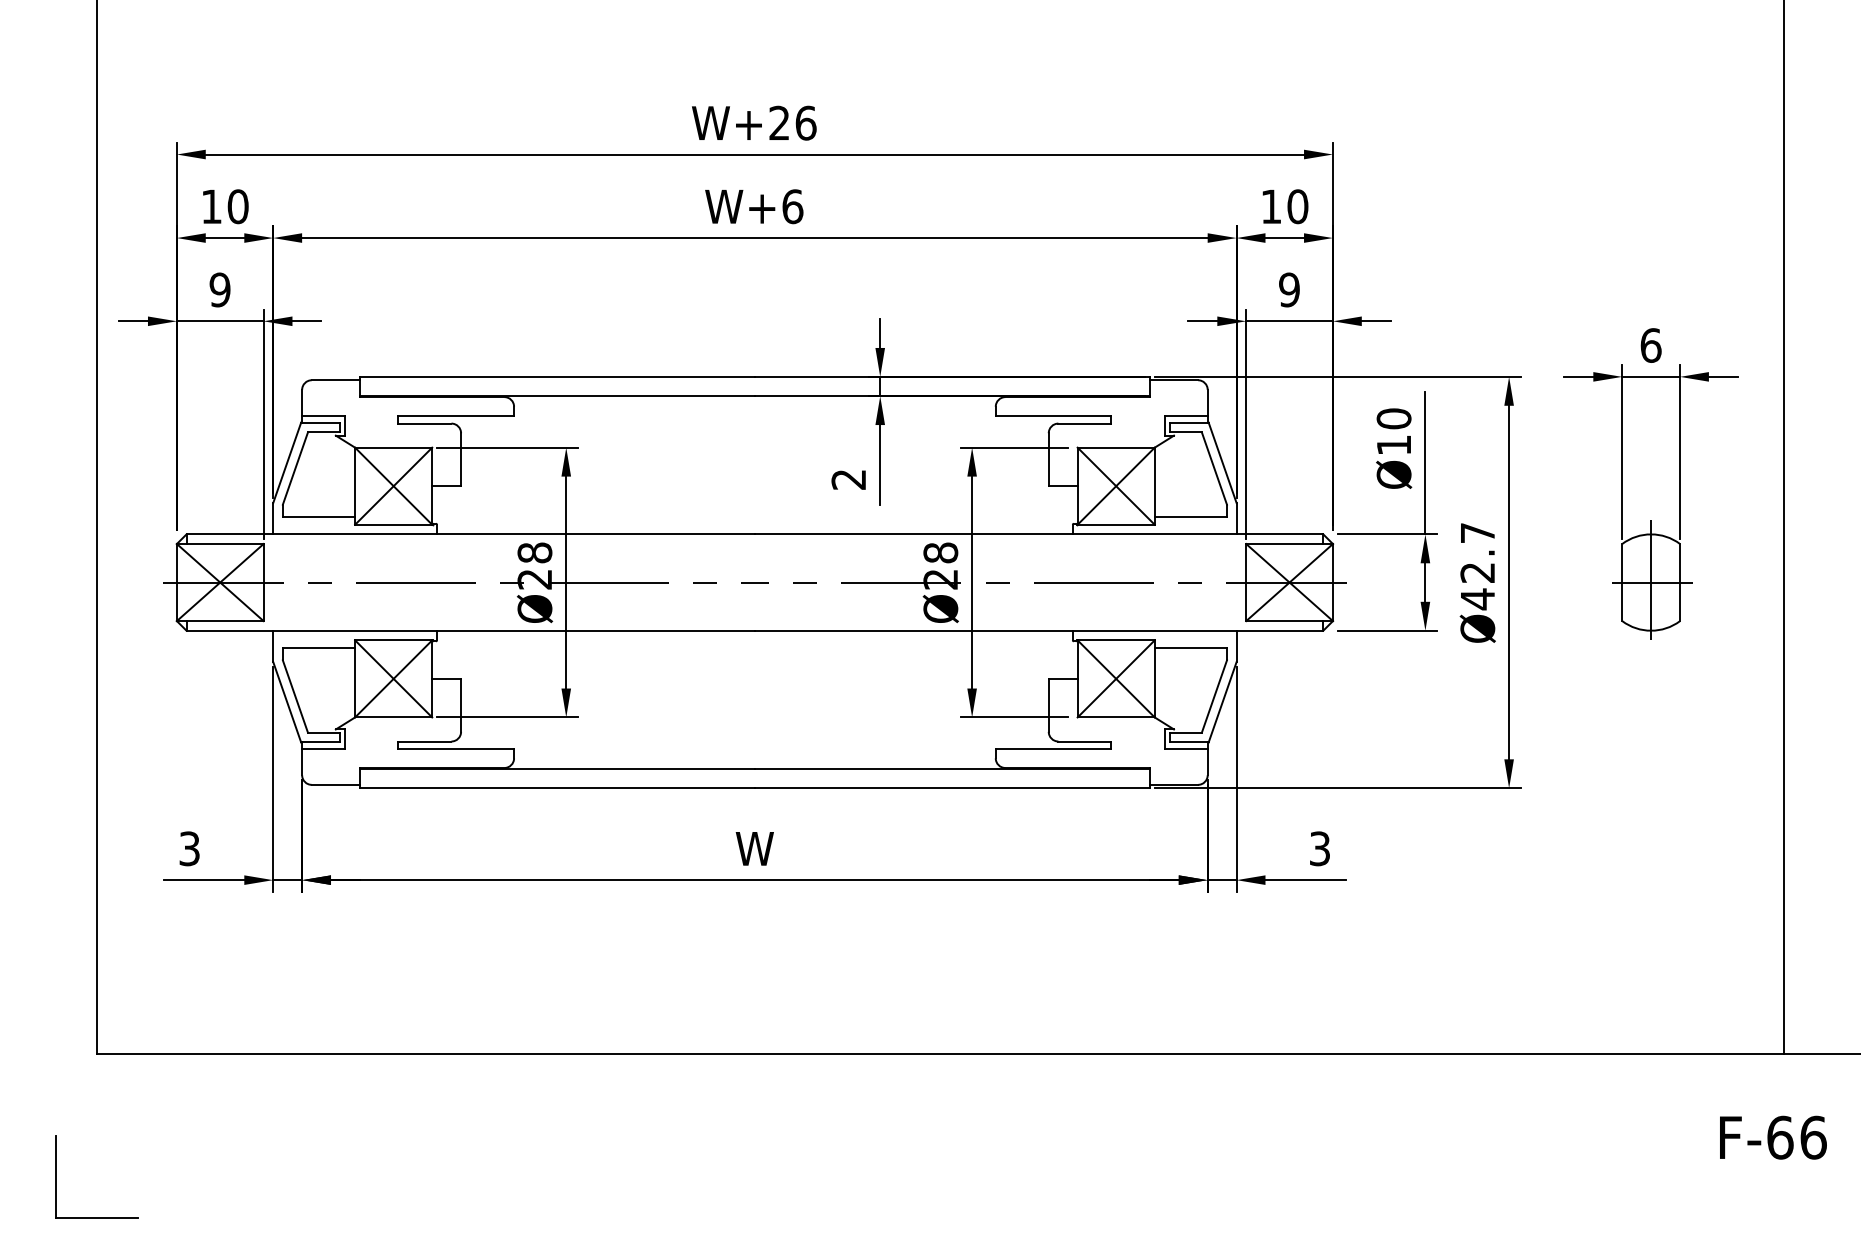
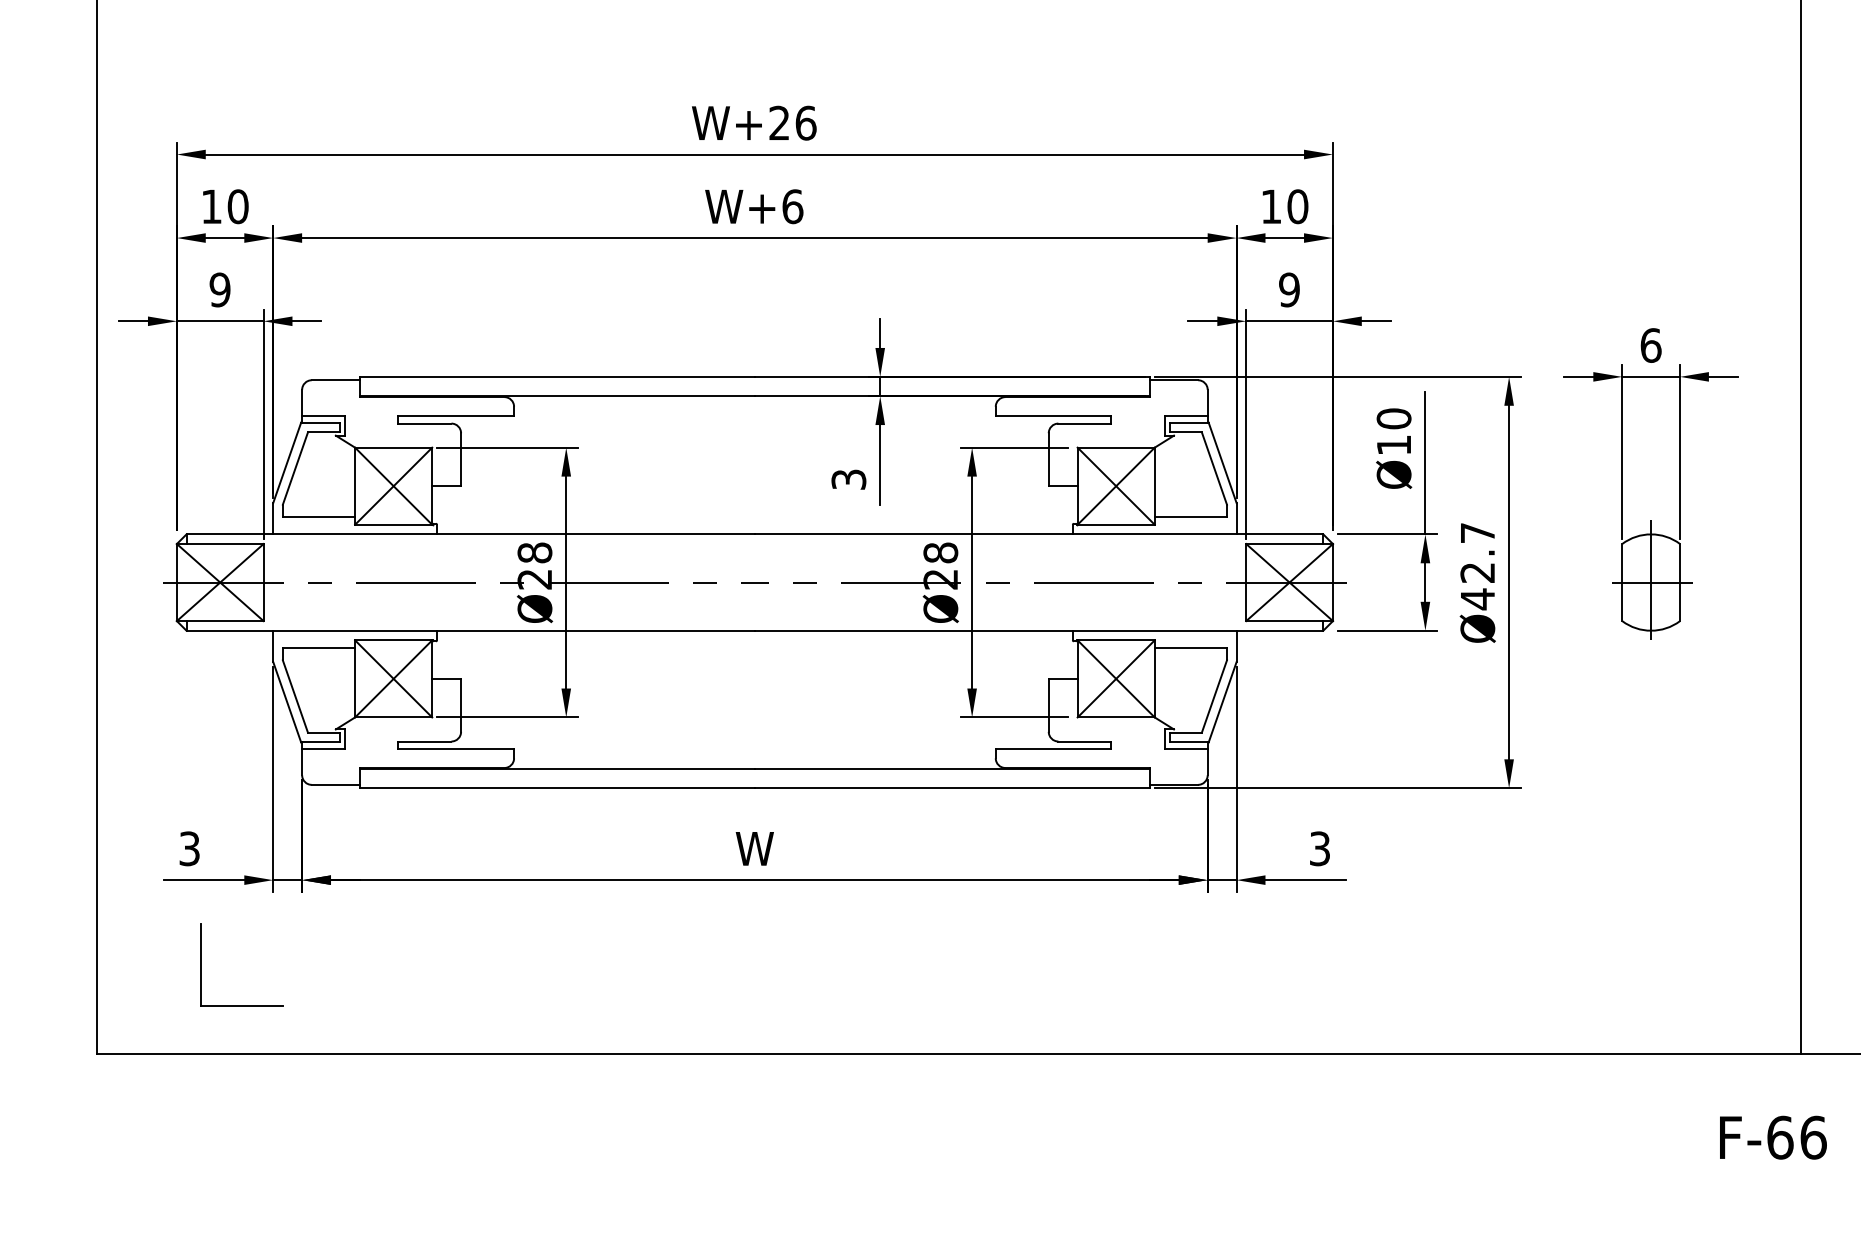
text at (848, 479): 2 -> 3
line at (1783, 527) position: (1783, 527) -> (1800, 527)
part at (56, 1176) position: (56, 1176) -> (201, 964)
